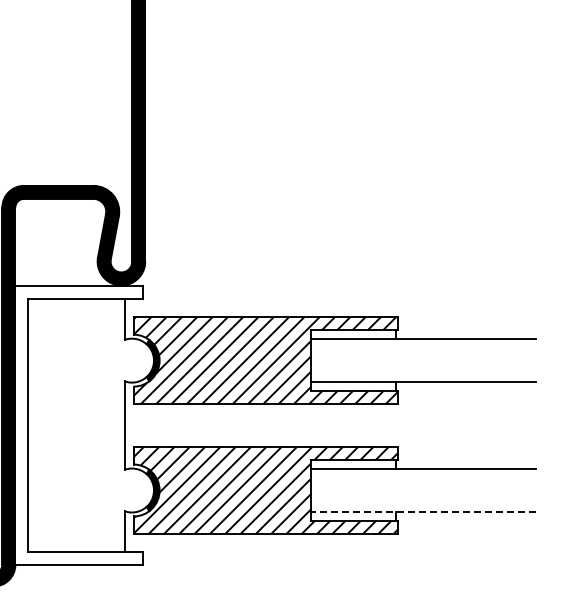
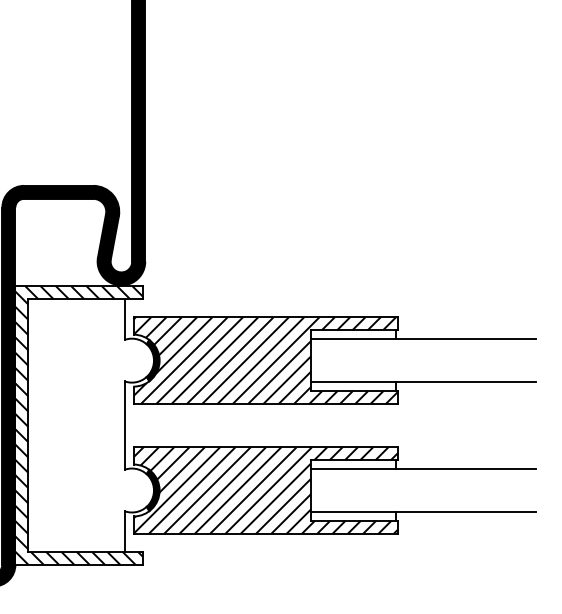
hatch at (78, 425): none -> present
line at (422, 512): dashed -> solid
